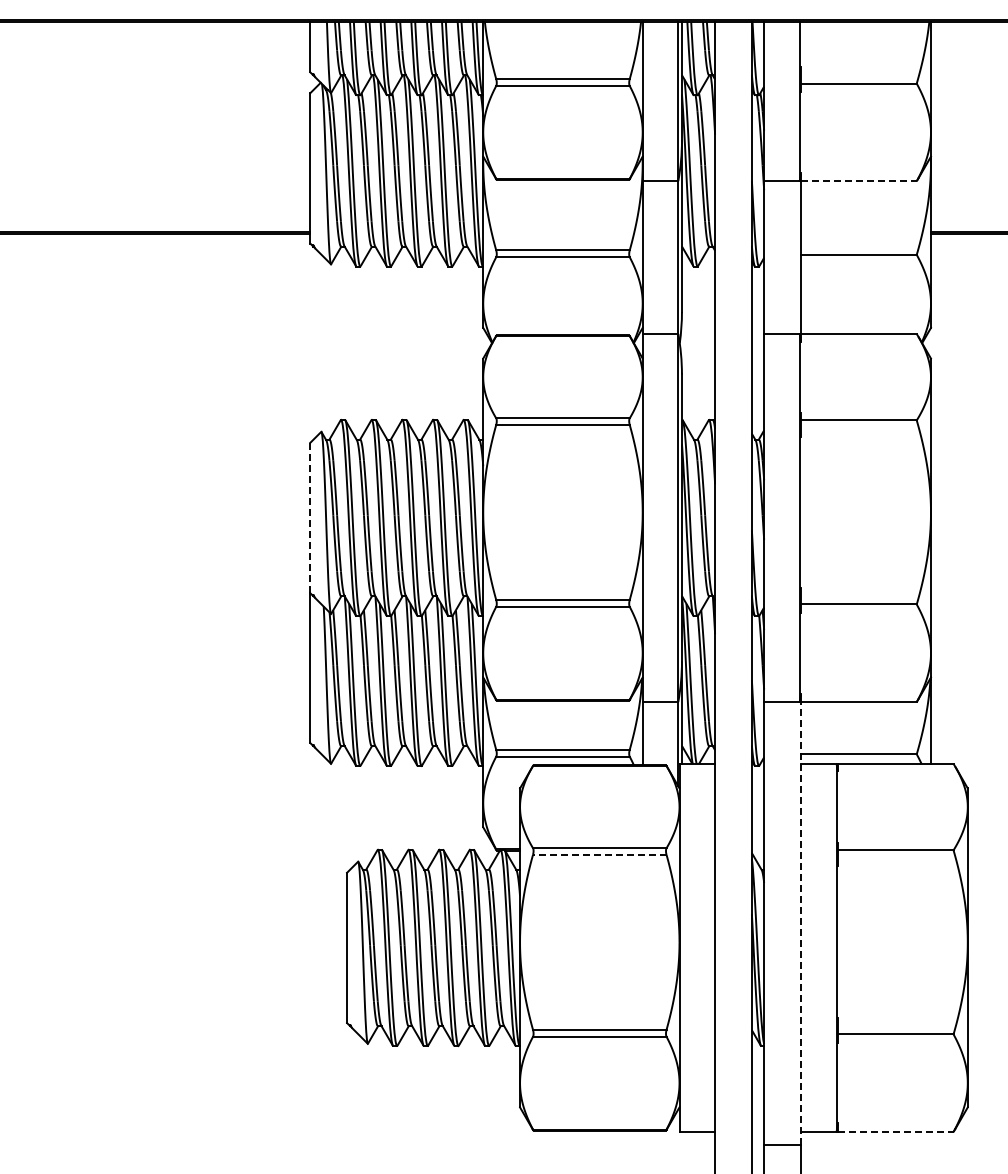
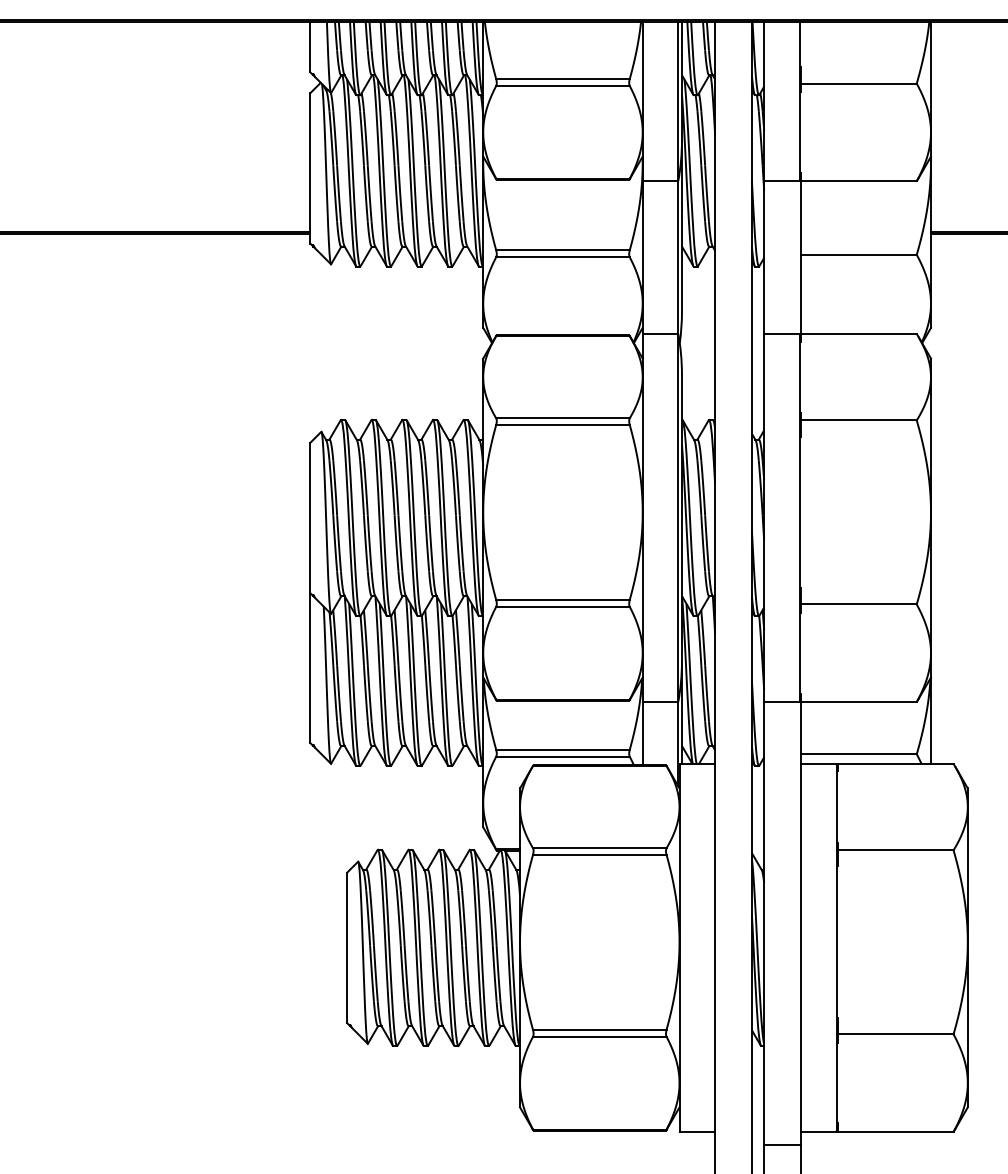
line at (858, 181): dashed -> solid
line at (310, 517): dashed -> solid
line at (599, 854): dashed -> solid
line at (800, 922): dashed -> solid
line at (895, 1131): dashed -> solid
